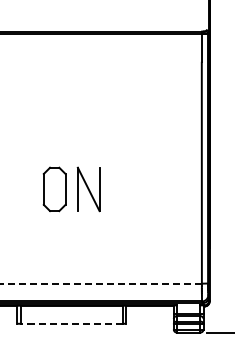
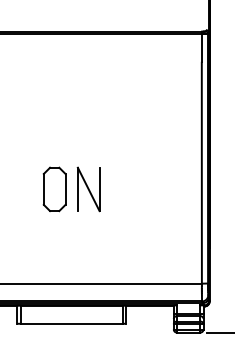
line at (101, 283): dashed -> solid
line at (71, 323): dashed -> solid
